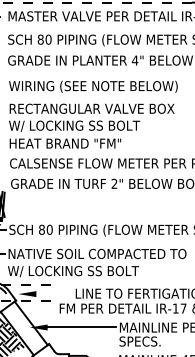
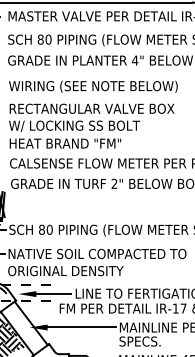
line at (96, 2): dashed -> solid
text at (73, 271): W/ LOCKING SS BOLT -> ORIGINAL DENSITY
line at (52, 294): none -> present
